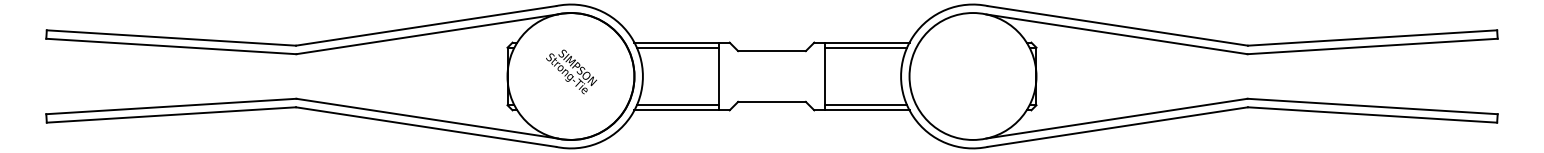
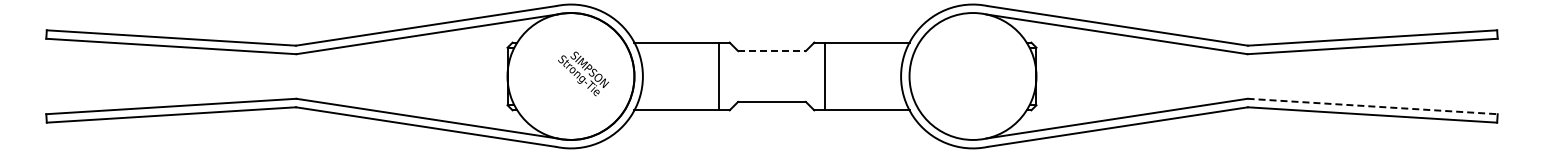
line at (677, 47): present -> none
line at (865, 47): present -> none
line at (772, 51): solid -> dashed
text at (571, 71) position: (571, 71) -> (583, 73)
line at (677, 105): present -> none
line at (865, 105): present -> none
line at (1373, 106): solid -> dashed
